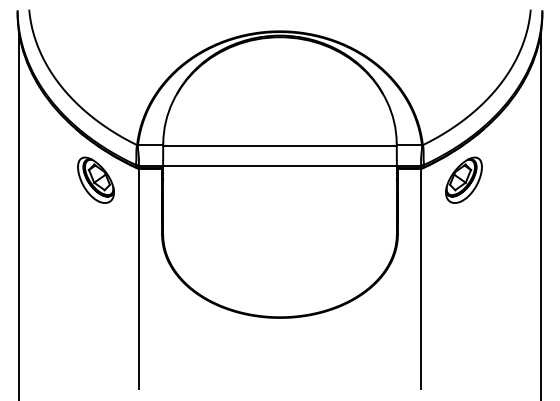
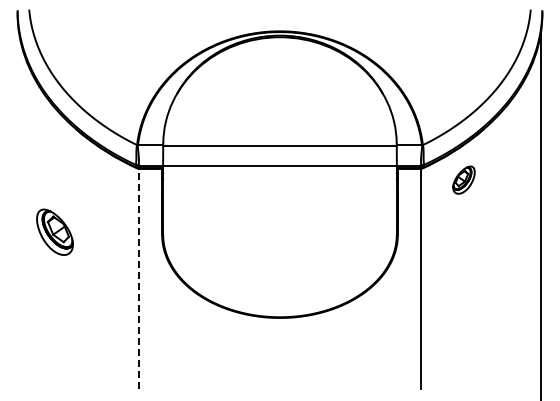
part at (95, 179) position: (95, 179) -> (54, 231)
part at (463, 179) size: 38x48 px -> 24x30 px
line at (18, 213): present -> none
line at (139, 279): solid -> dashed
